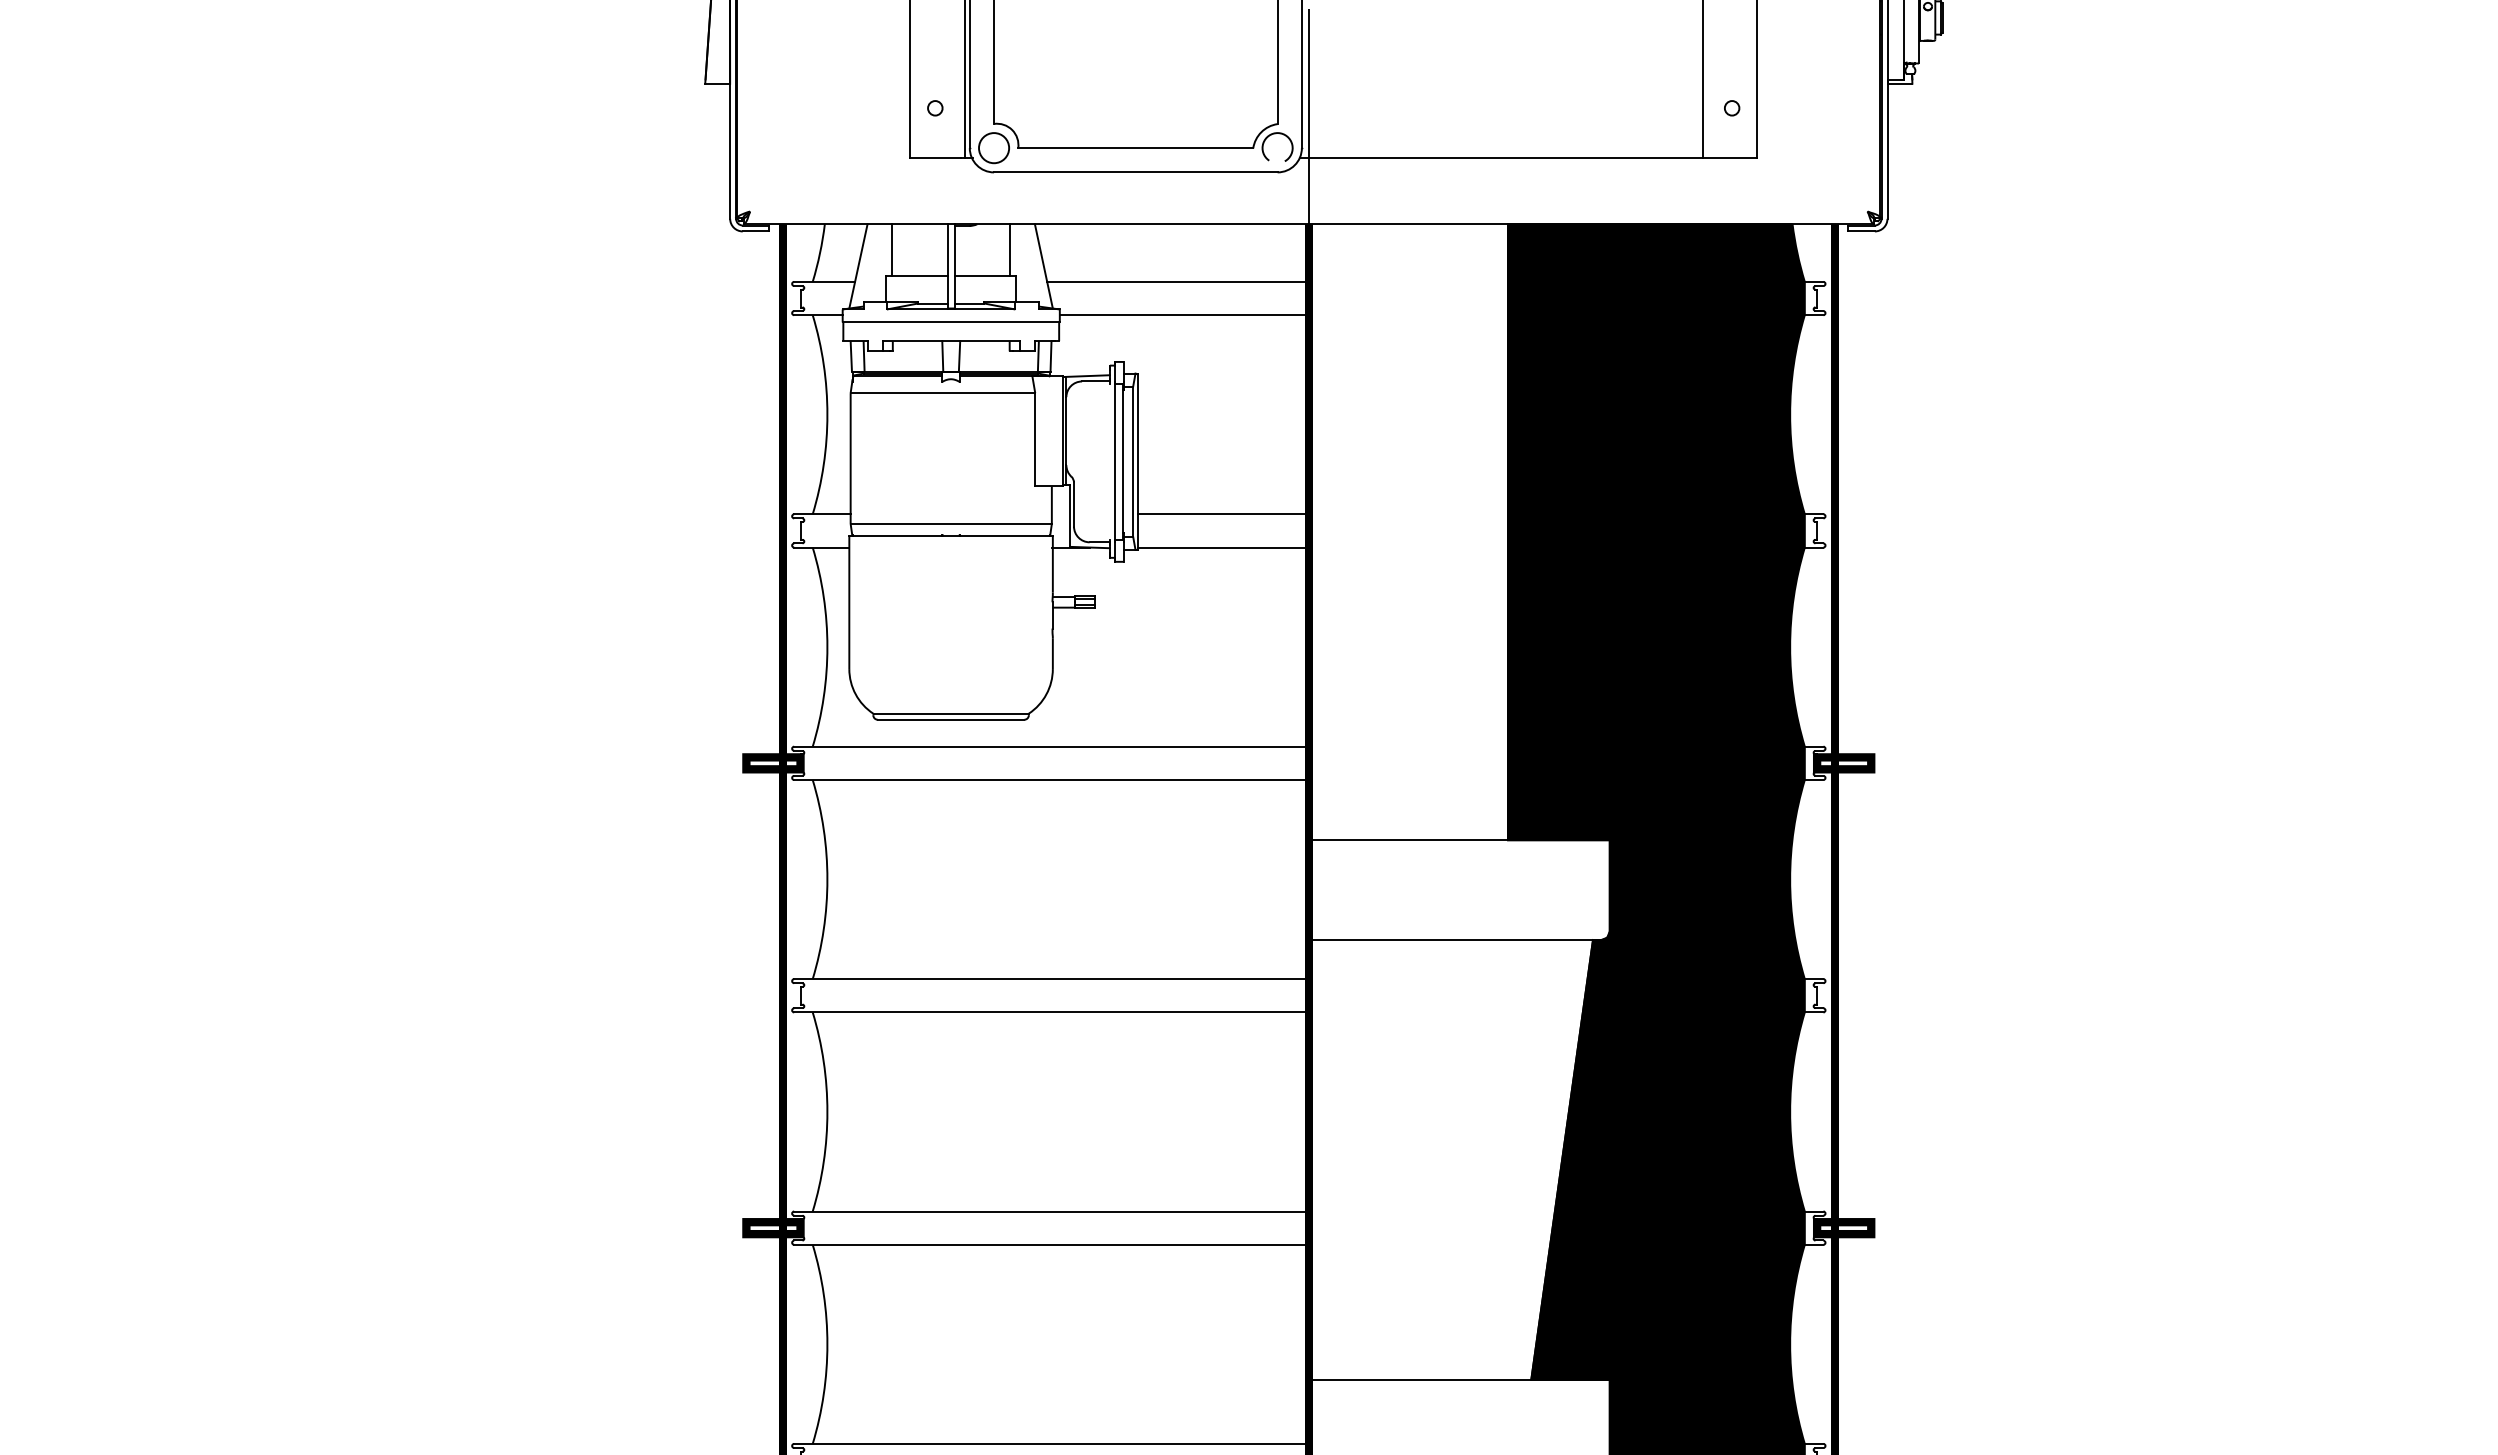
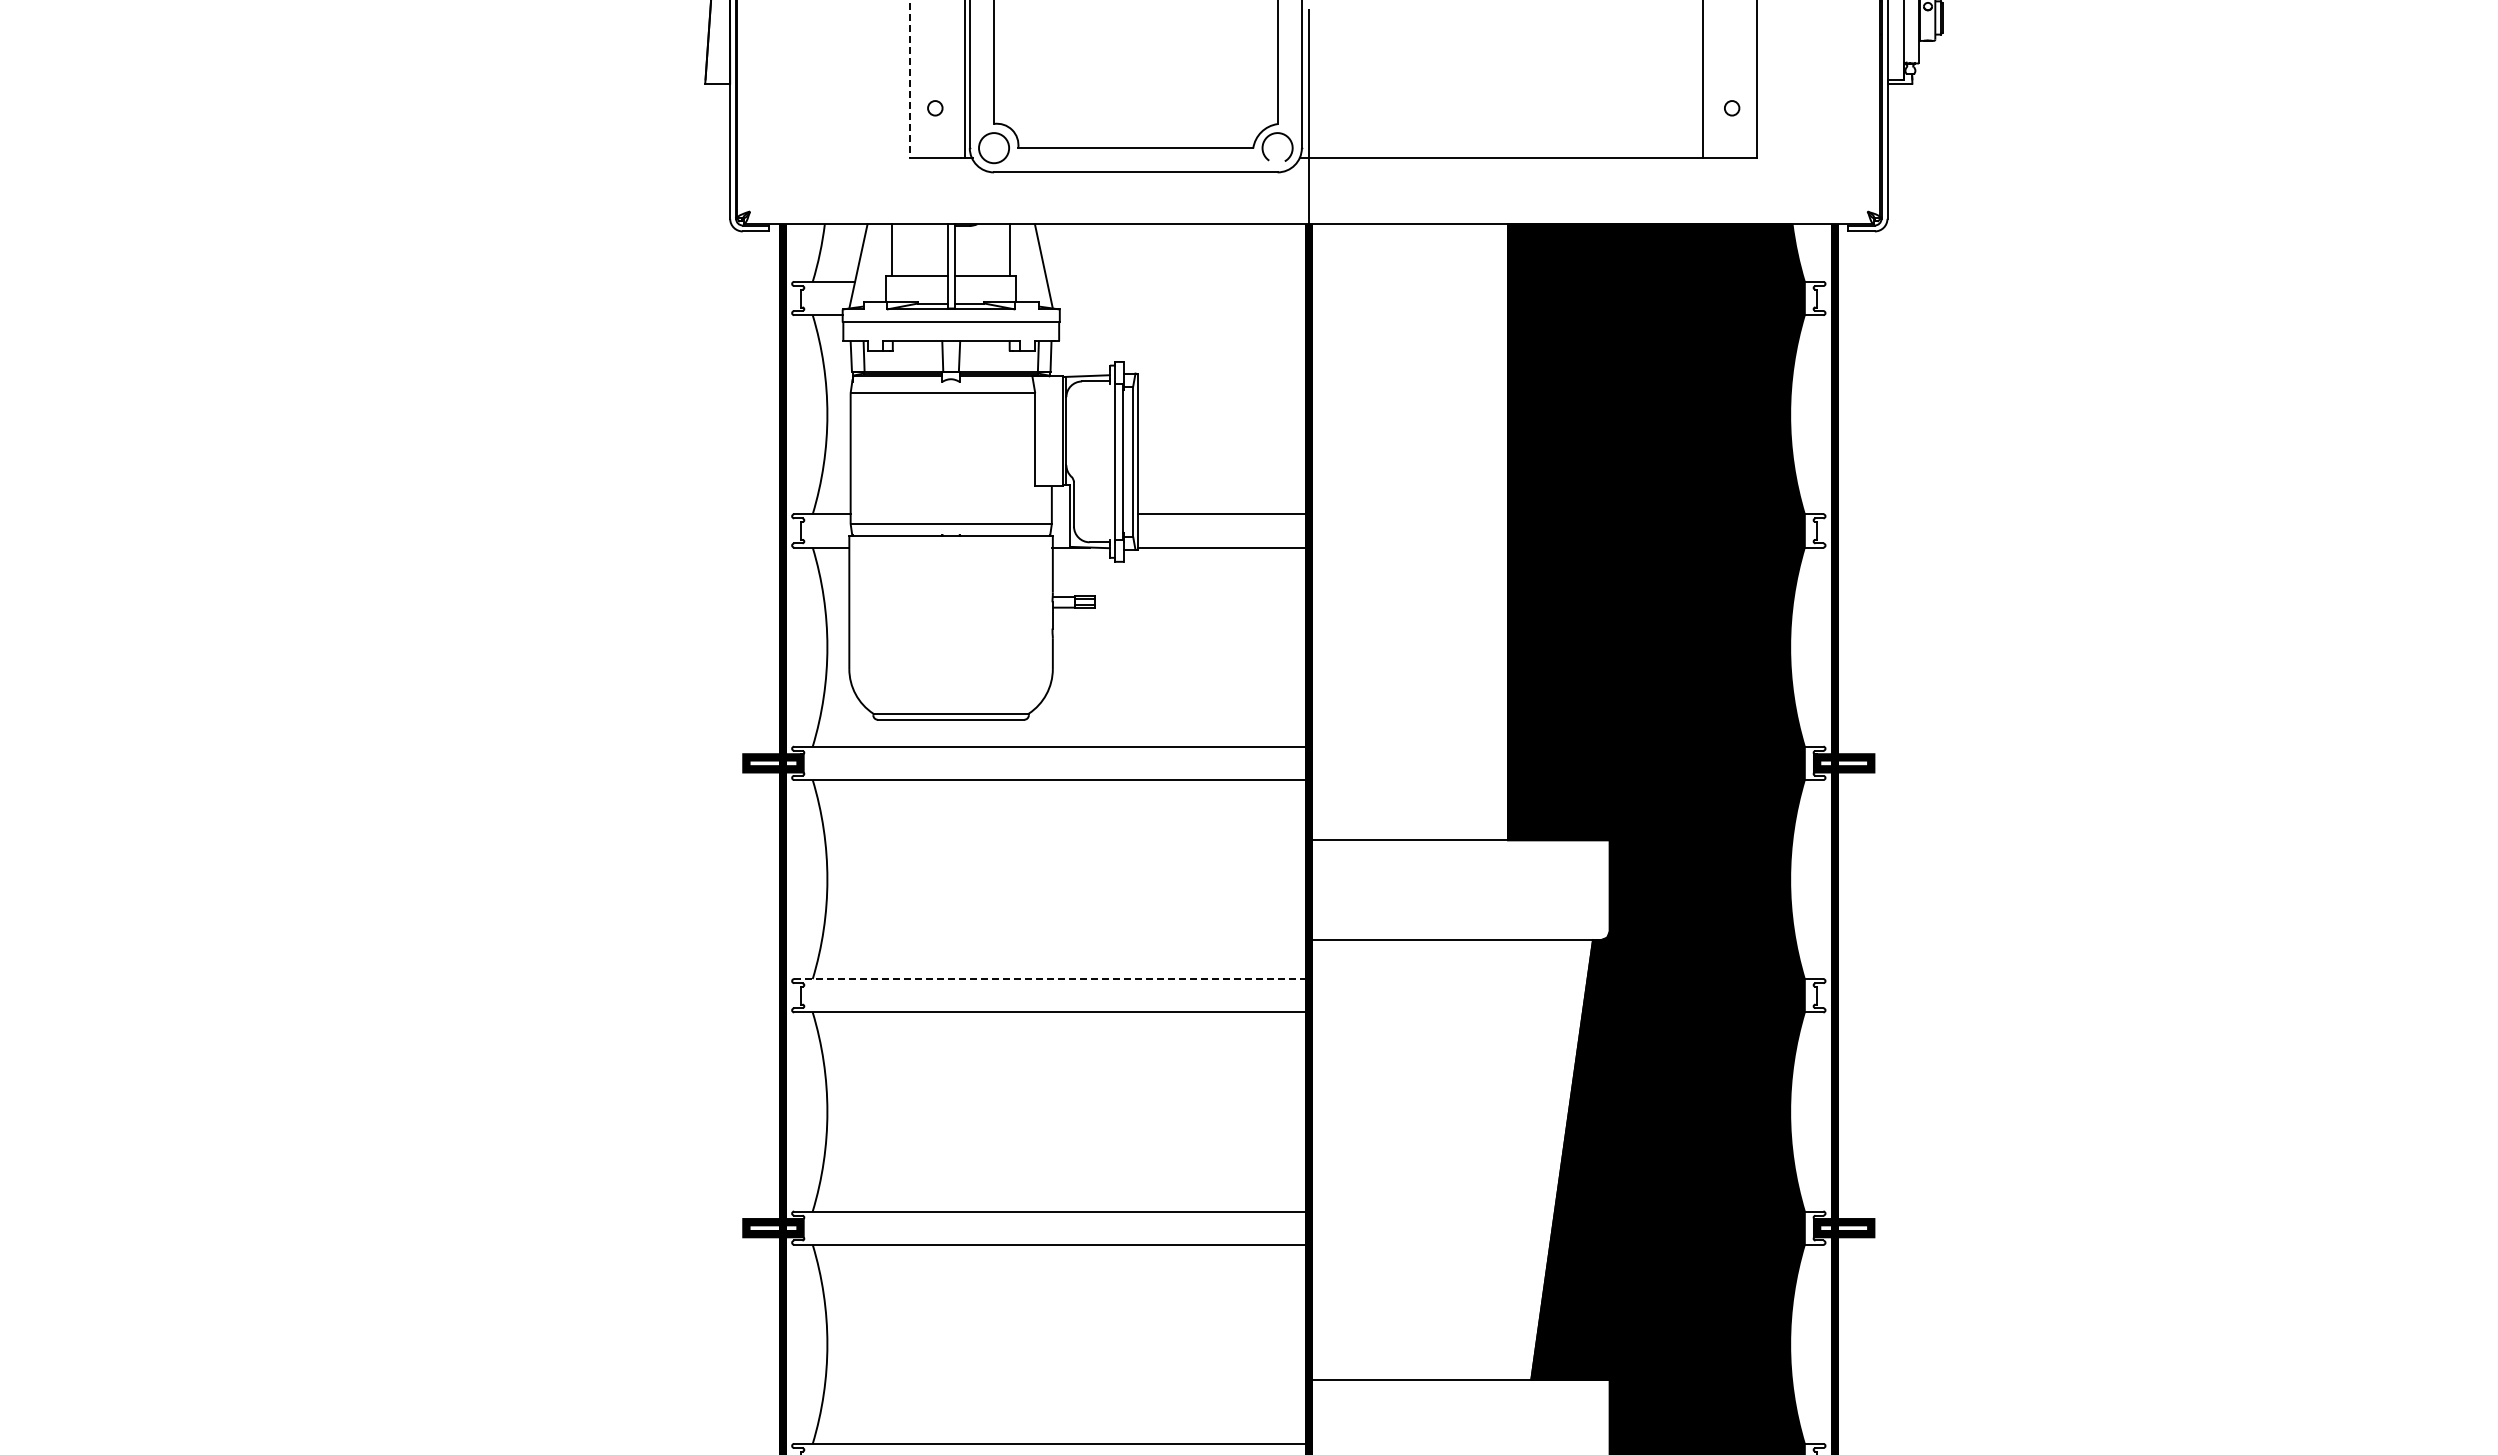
line at (910, 79): solid -> dashed
line at (1177, 281): present -> none
line at (1183, 315): present -> none
line at (1052, 979): solid -> dashed
